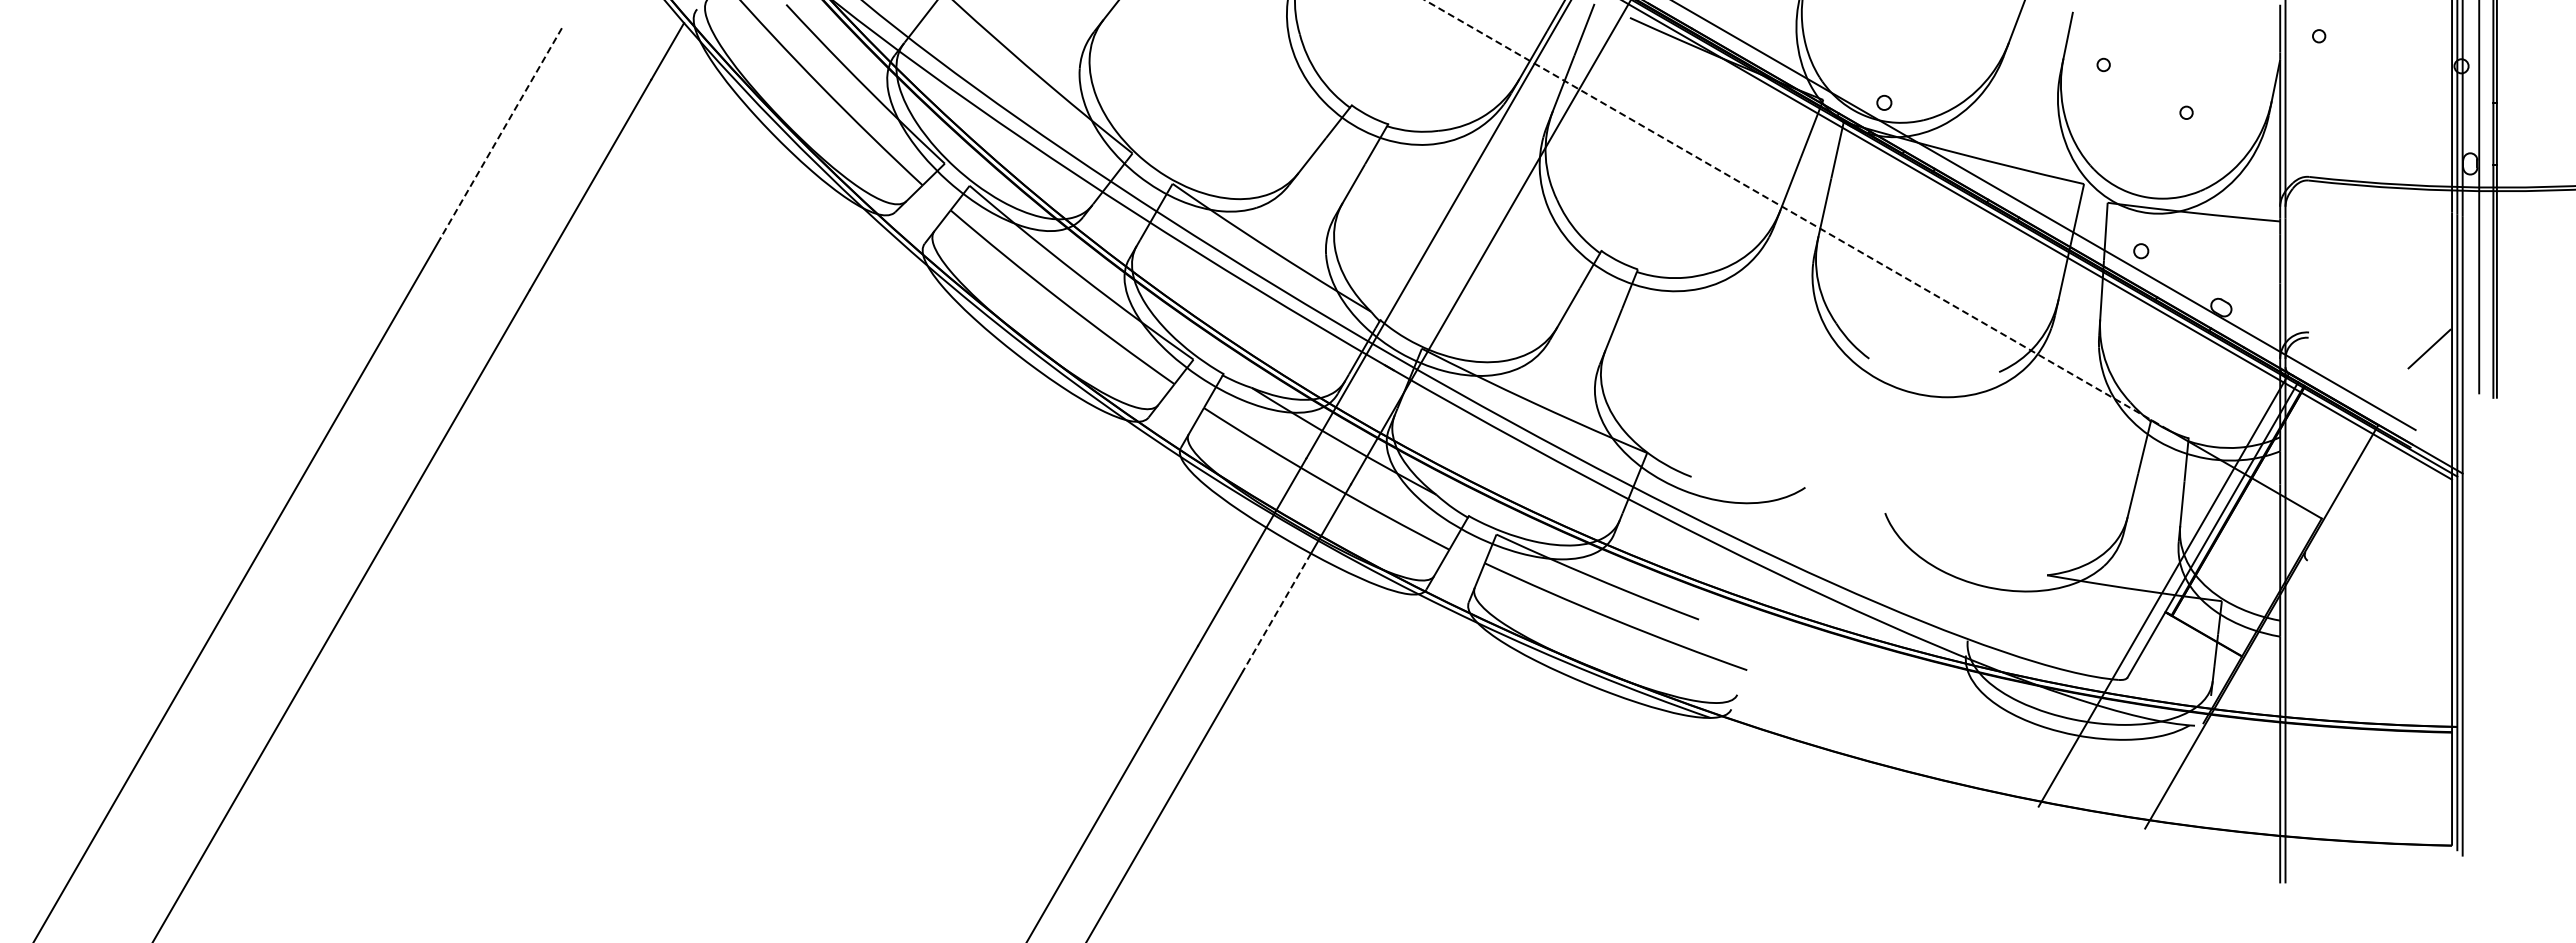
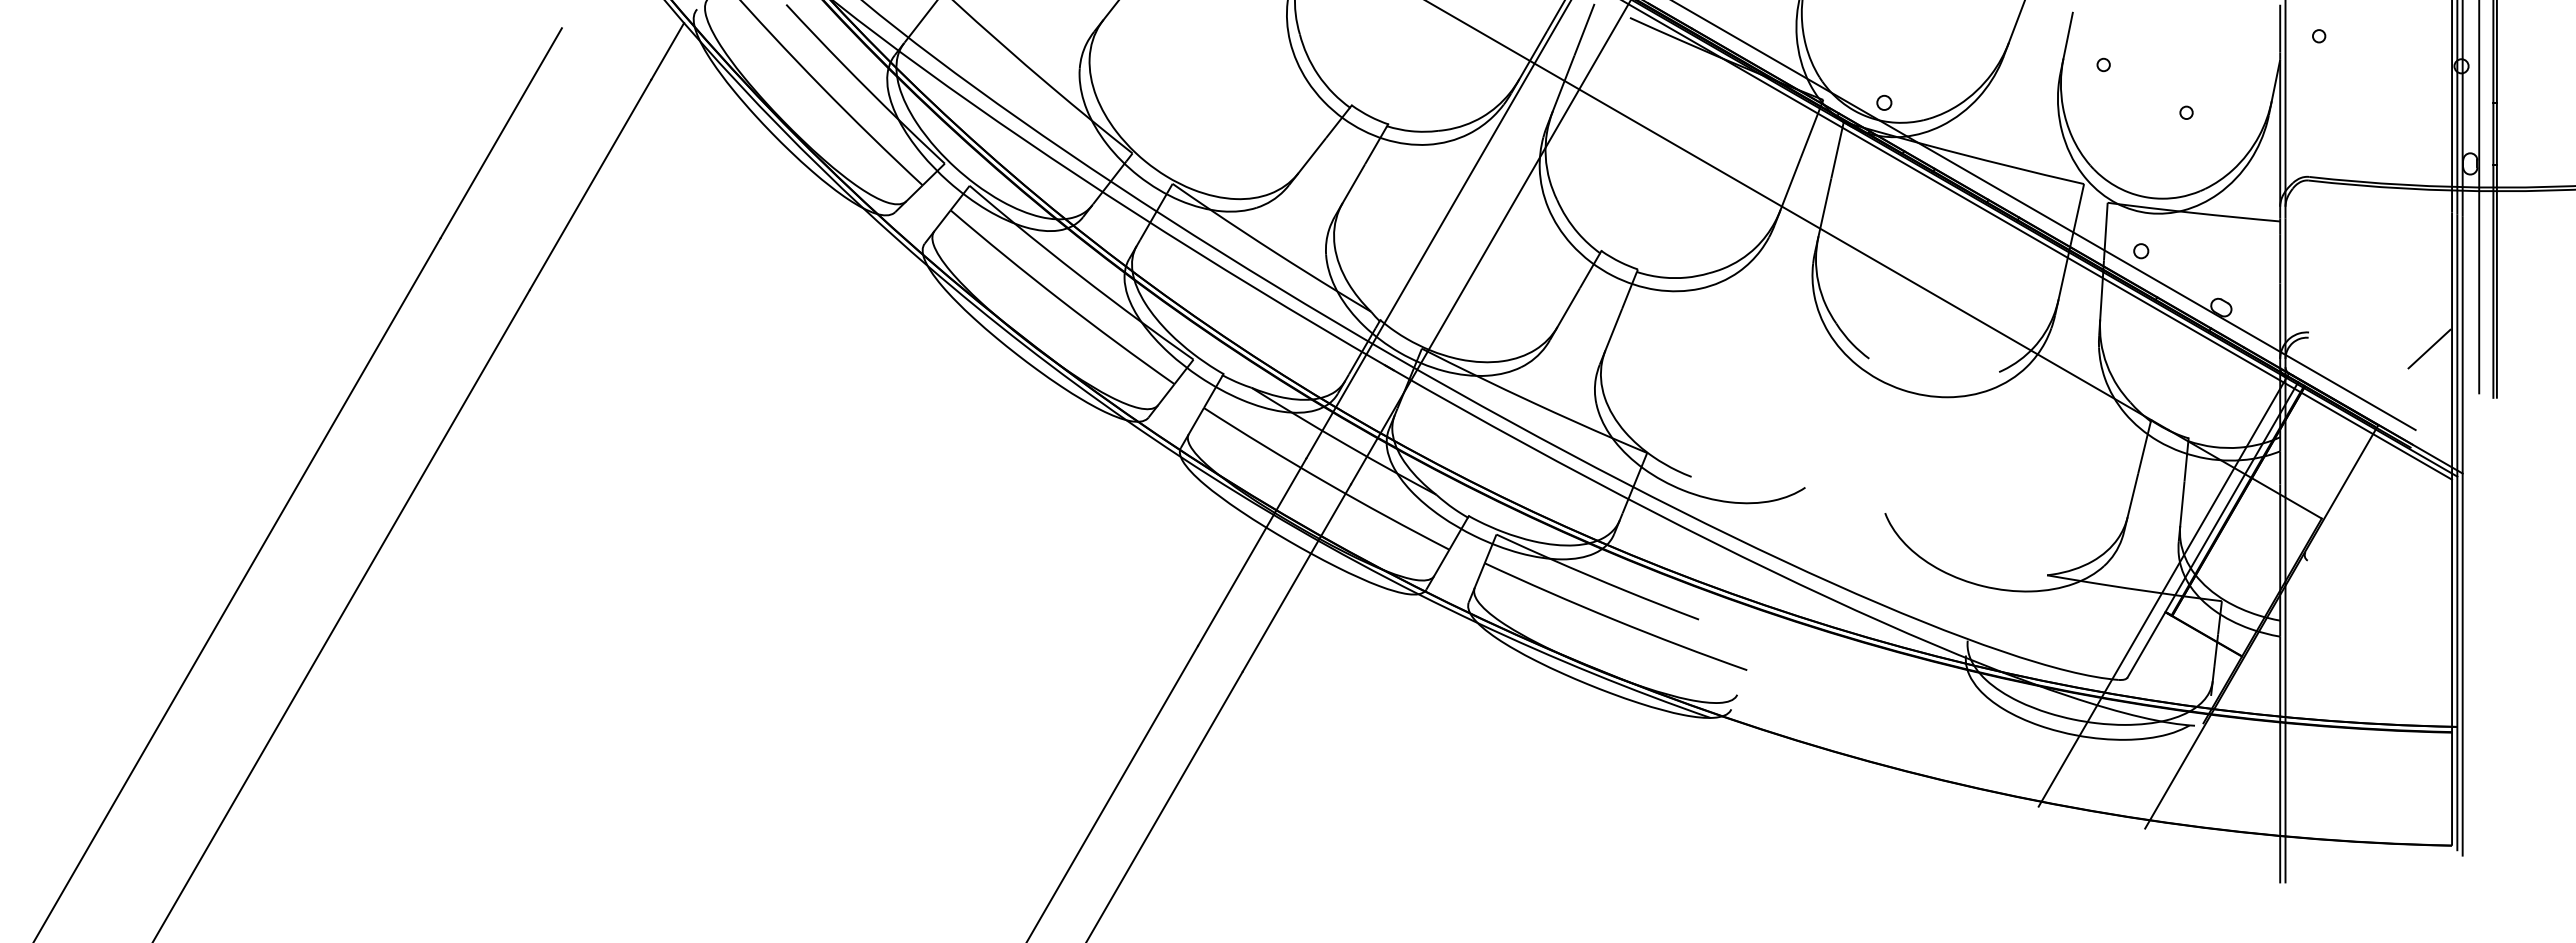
line at (500, 133): dashed -> solid
line at (1796, 214): dashed -> solid
line at (1276, 613): dashed -> solid
